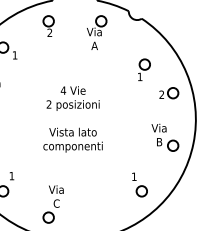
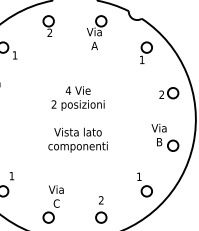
part at (144, 69) position: (144, 69) -> (146, 52)
text at (72, 119) position: (72, 119) -> (77, 119)
part at (139, 184) position: (139, 184) -> (144, 184)
part at (101, 209): none -> present
